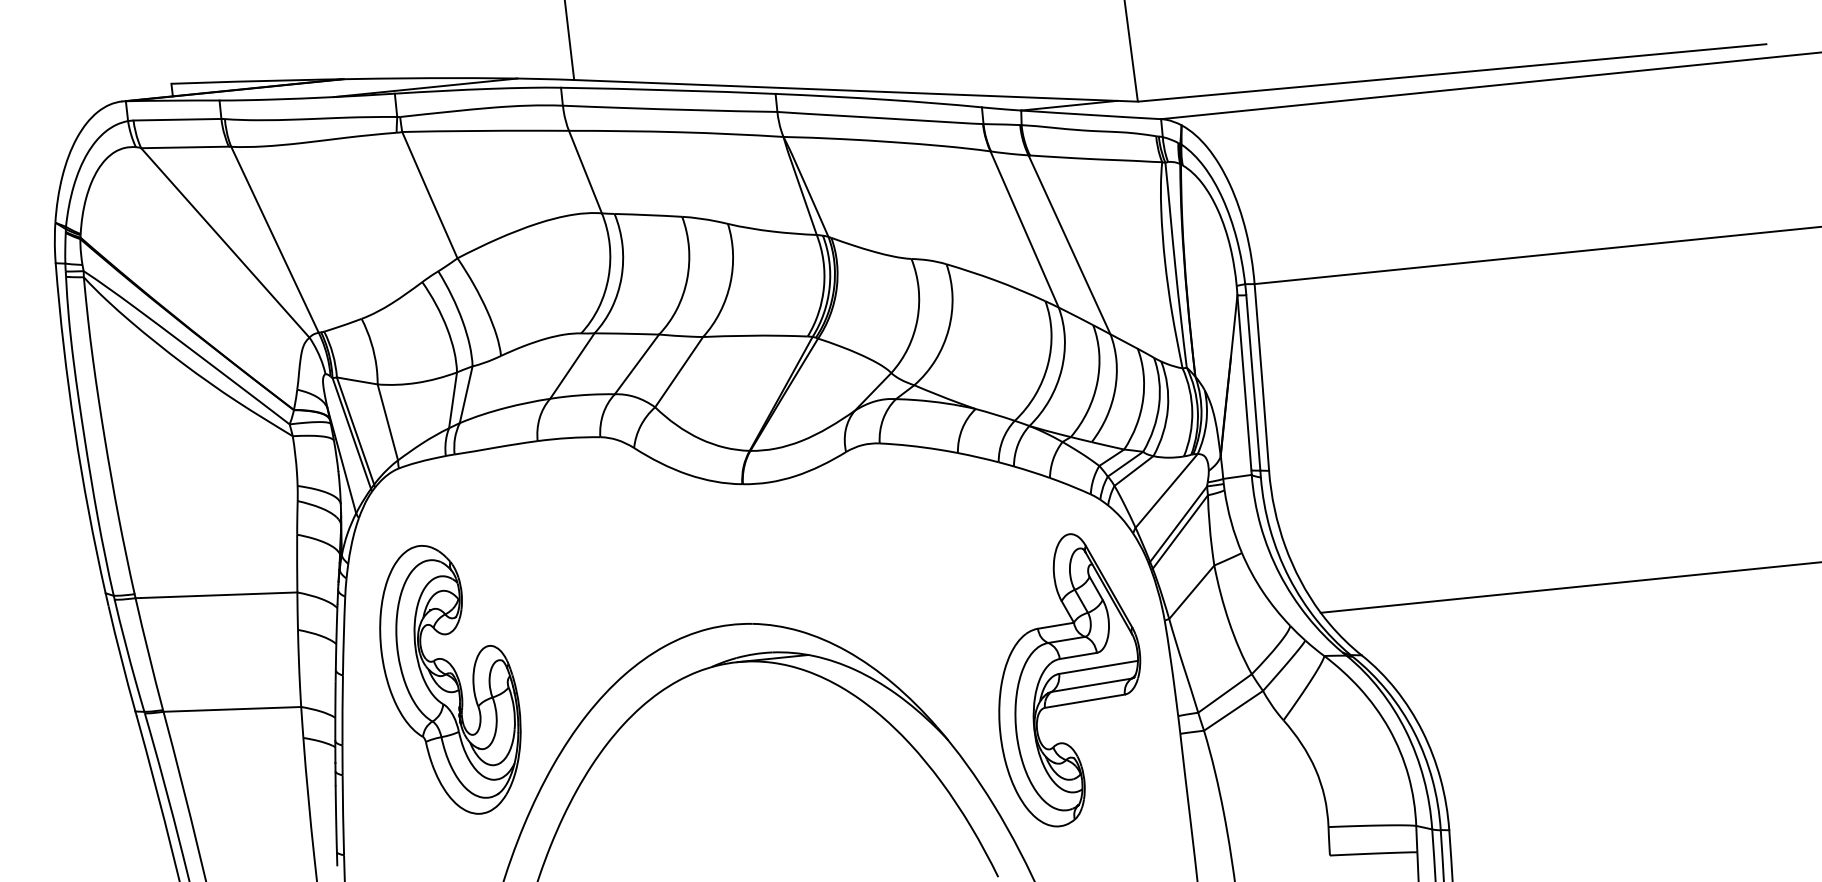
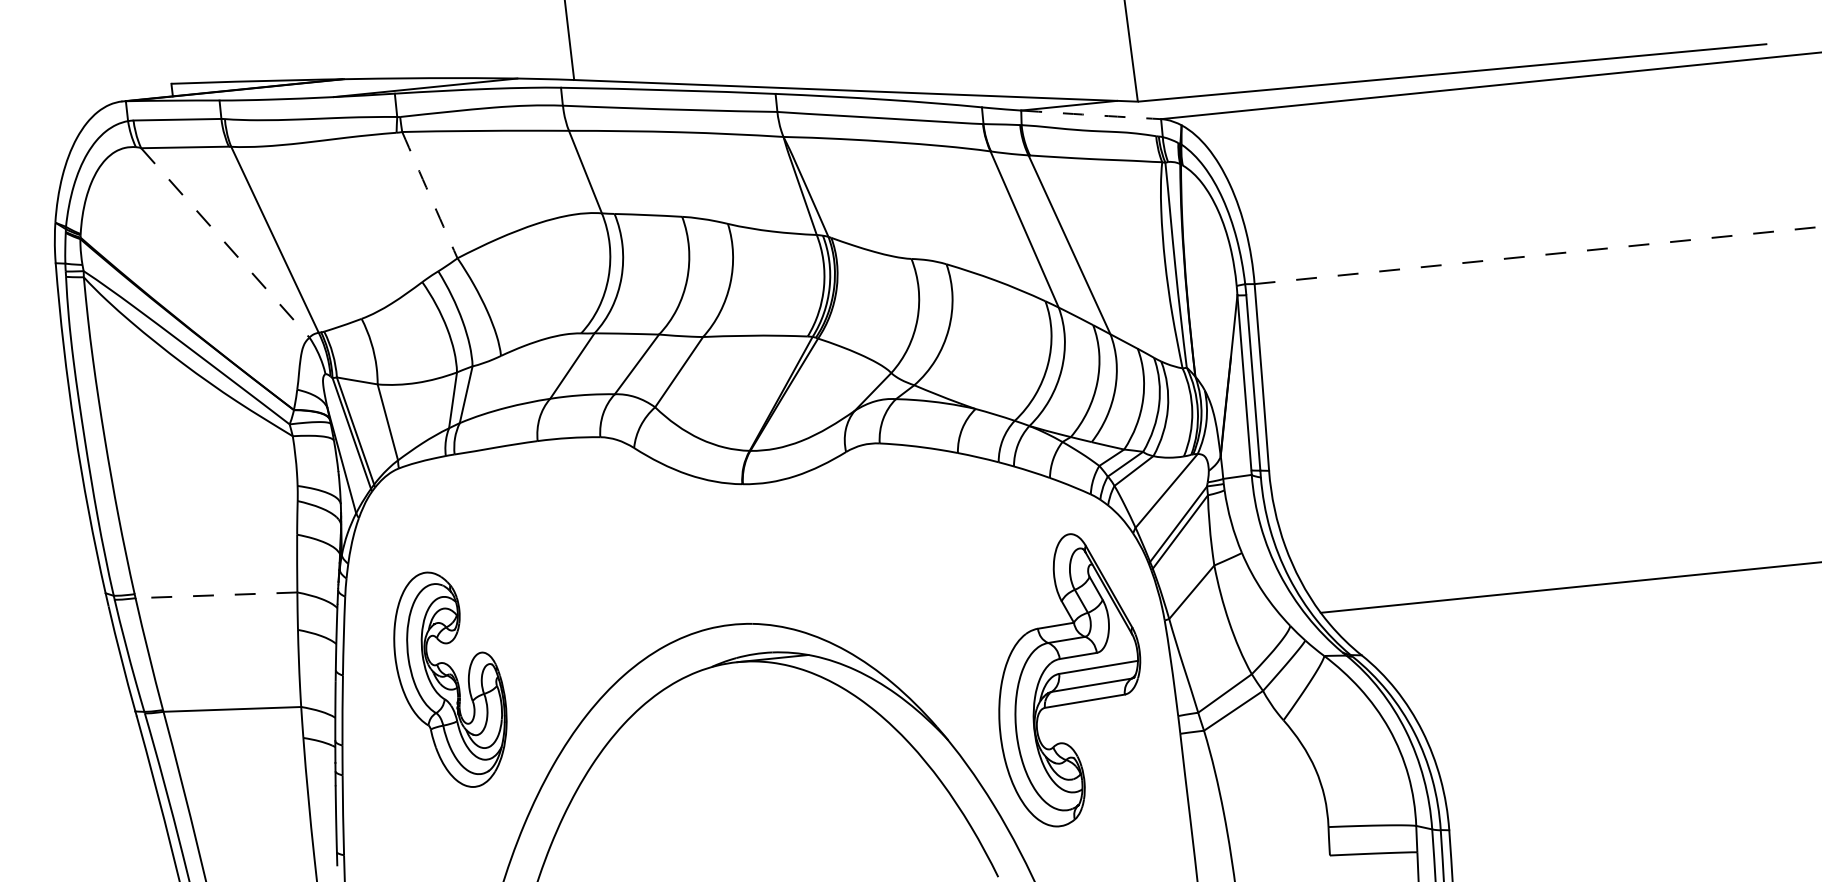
arc at (1091, 115): solid -> dashed
arc at (429, 195): solid -> dashed
line at (225, 242): solid -> dashed
line at (1537, 255): solid -> dashed
line at (216, 595): solid -> dashed
part at (450, 679) size: 143x271 px -> 115x217 px
